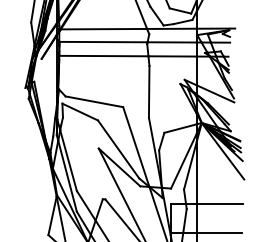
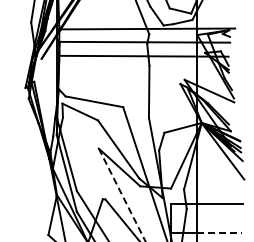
line at (122, 195): solid -> dashed
line at (219, 232): solid -> dashed
